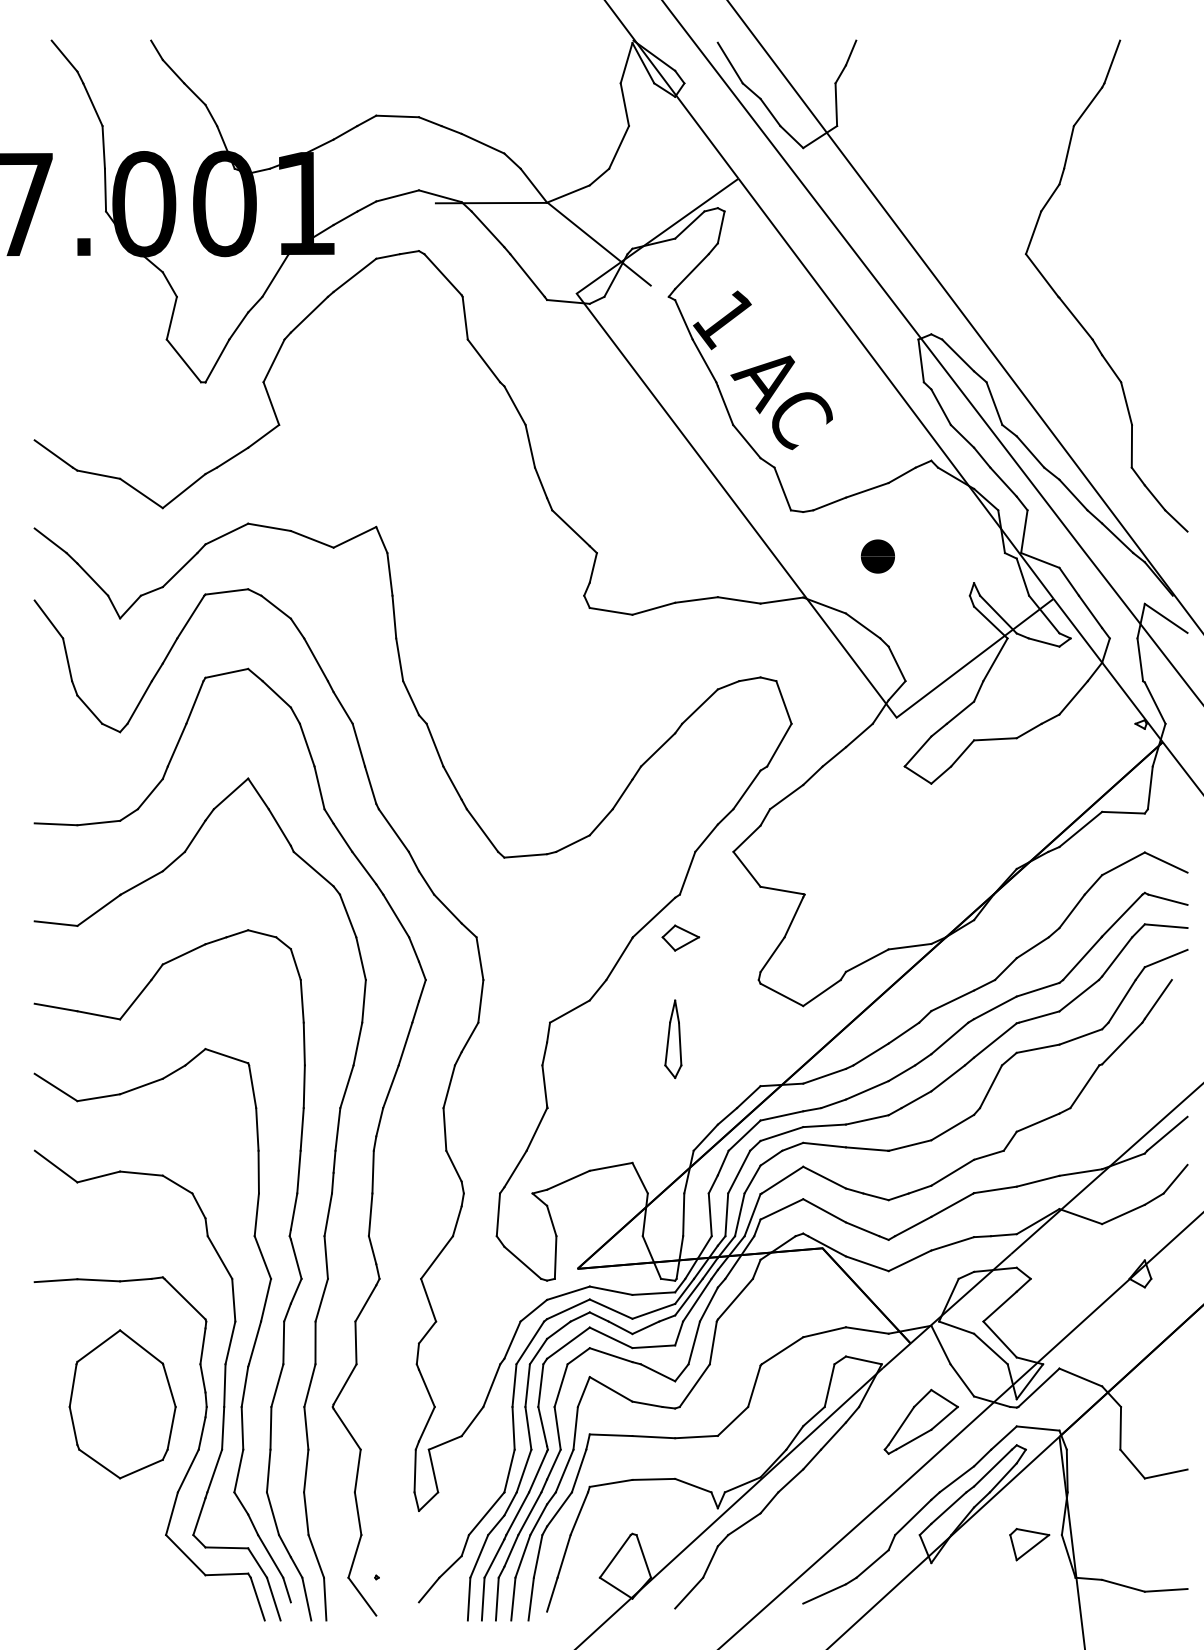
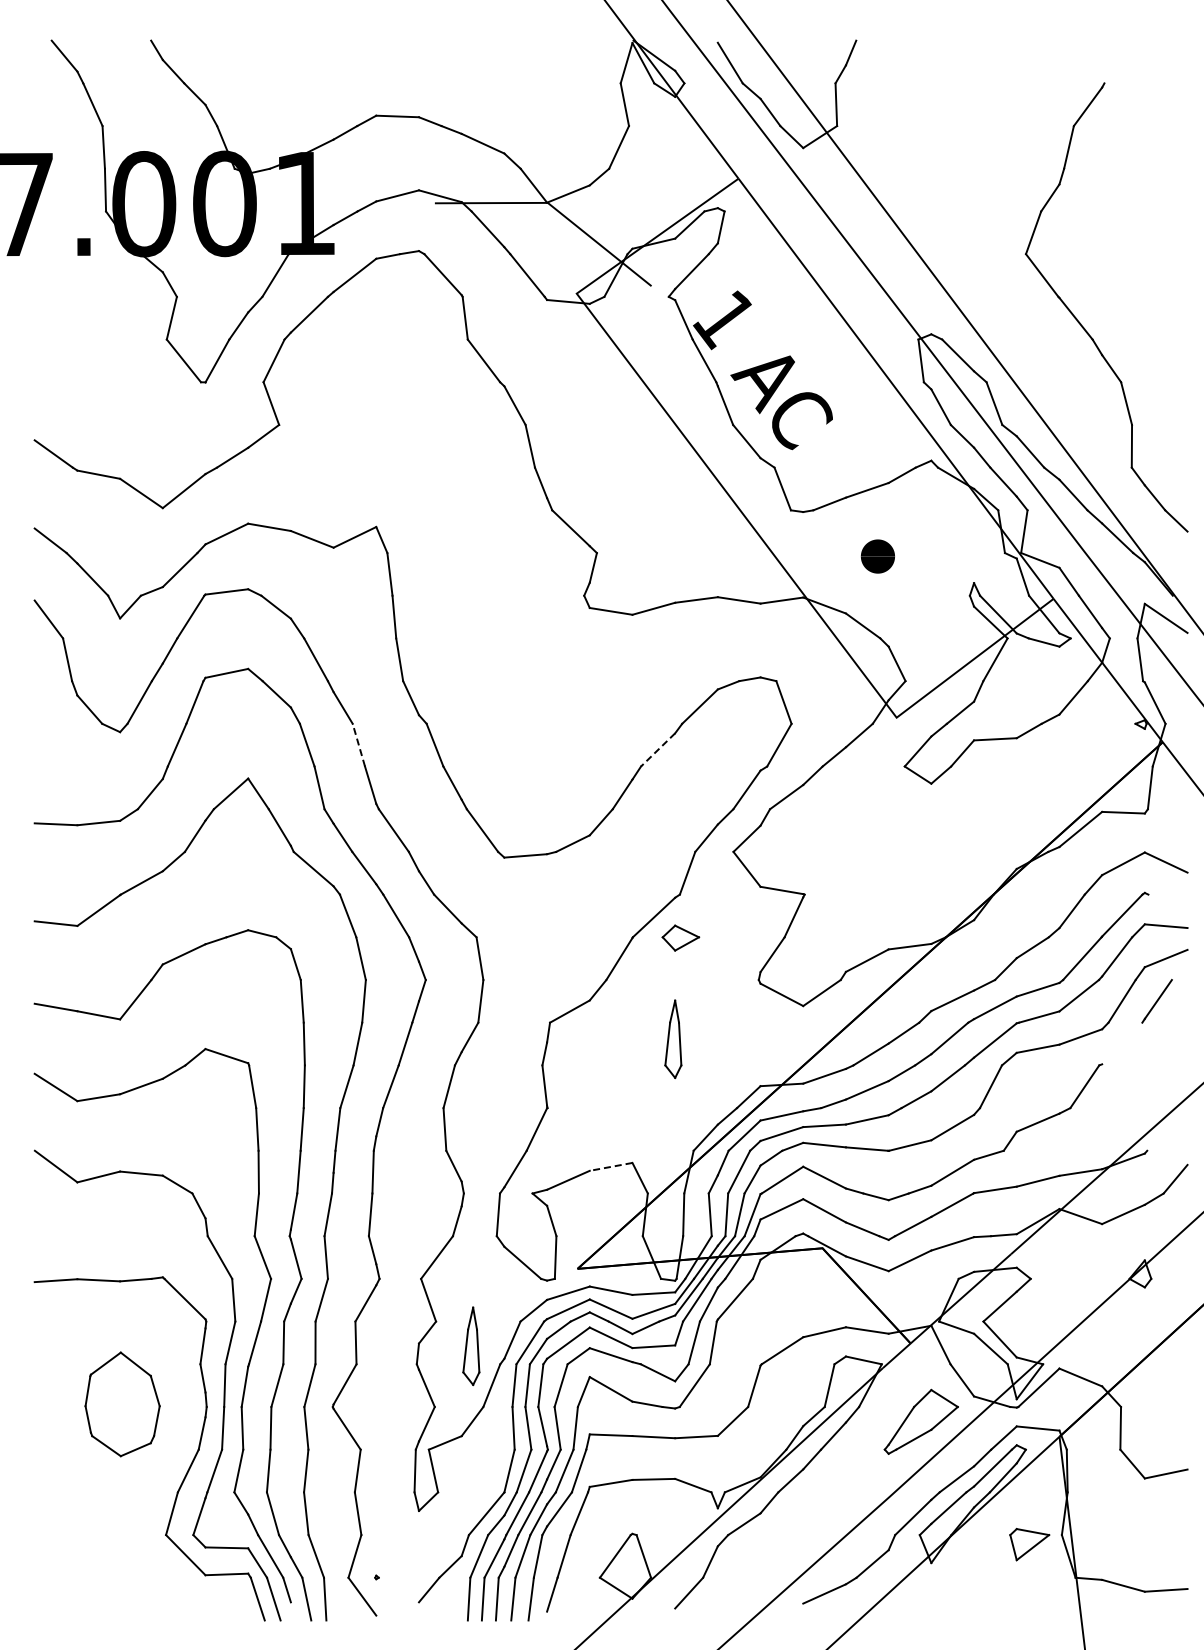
line at (1112, 61): present -> none
line at (358, 744): solid -> dashed
line at (658, 749): solid -> dashed
line at (1167, 899): present -> none
line at (1122, 1043): present -> none
line at (1167, 1133): present -> none
line at (611, 1166): solid -> dashed
part at (471, 1346): none -> present
part at (122, 1404) size: 109x151 px -> 77x107 px
